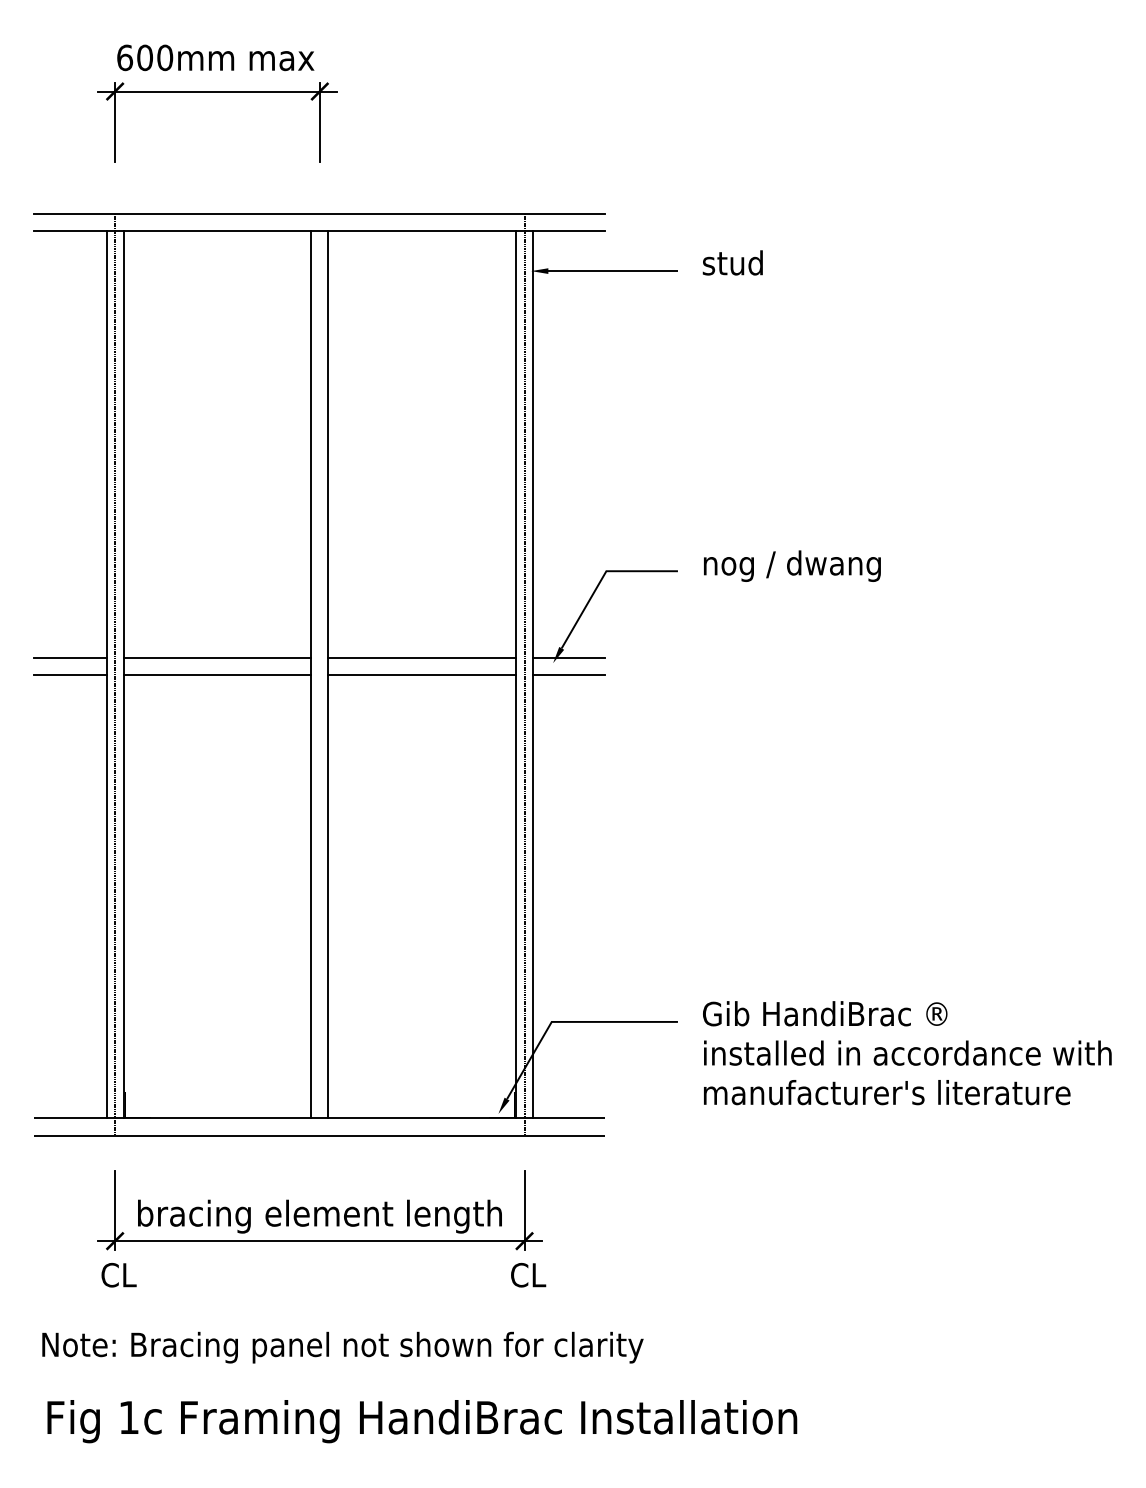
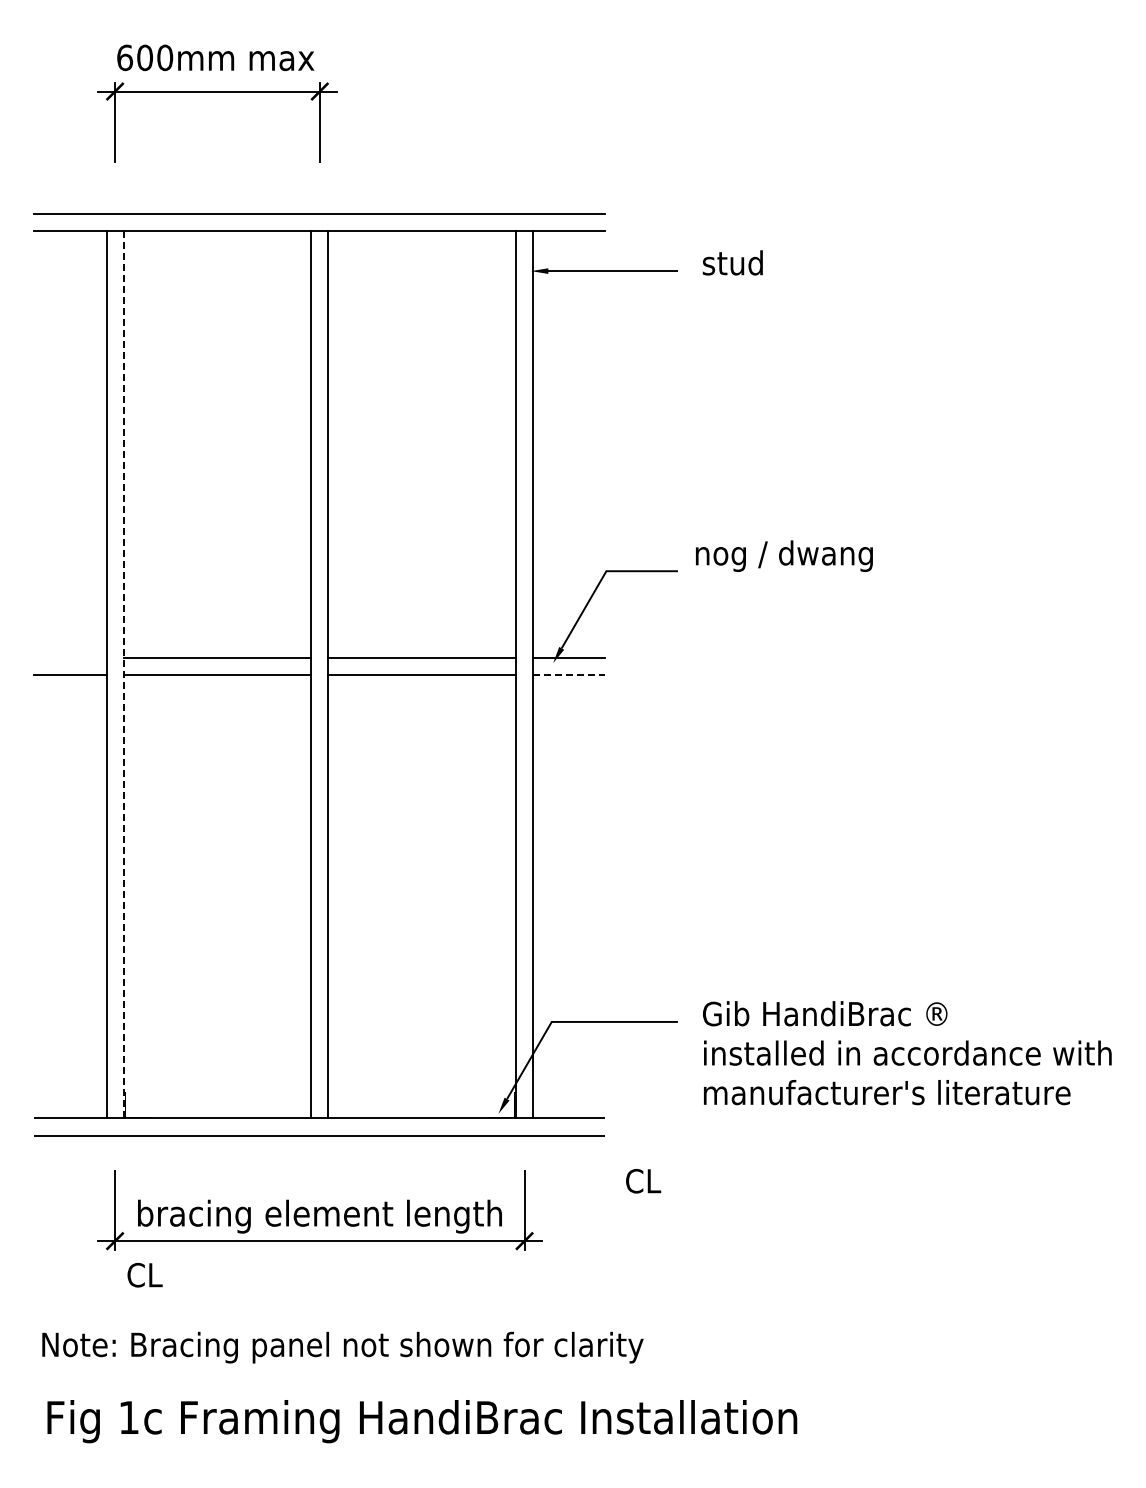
text at (792, 565) position: (792, 565) -> (784, 555)
line at (70, 657): present -> none
line at (115, 674): present -> none
line at (123, 674): solid -> dashed
line at (524, 674): present -> none
line at (569, 674): solid -> dashed
text at (528, 1274) position: (528, 1274) -> (643, 1180)
text at (118, 1275) position: (118, 1275) -> (144, 1275)
